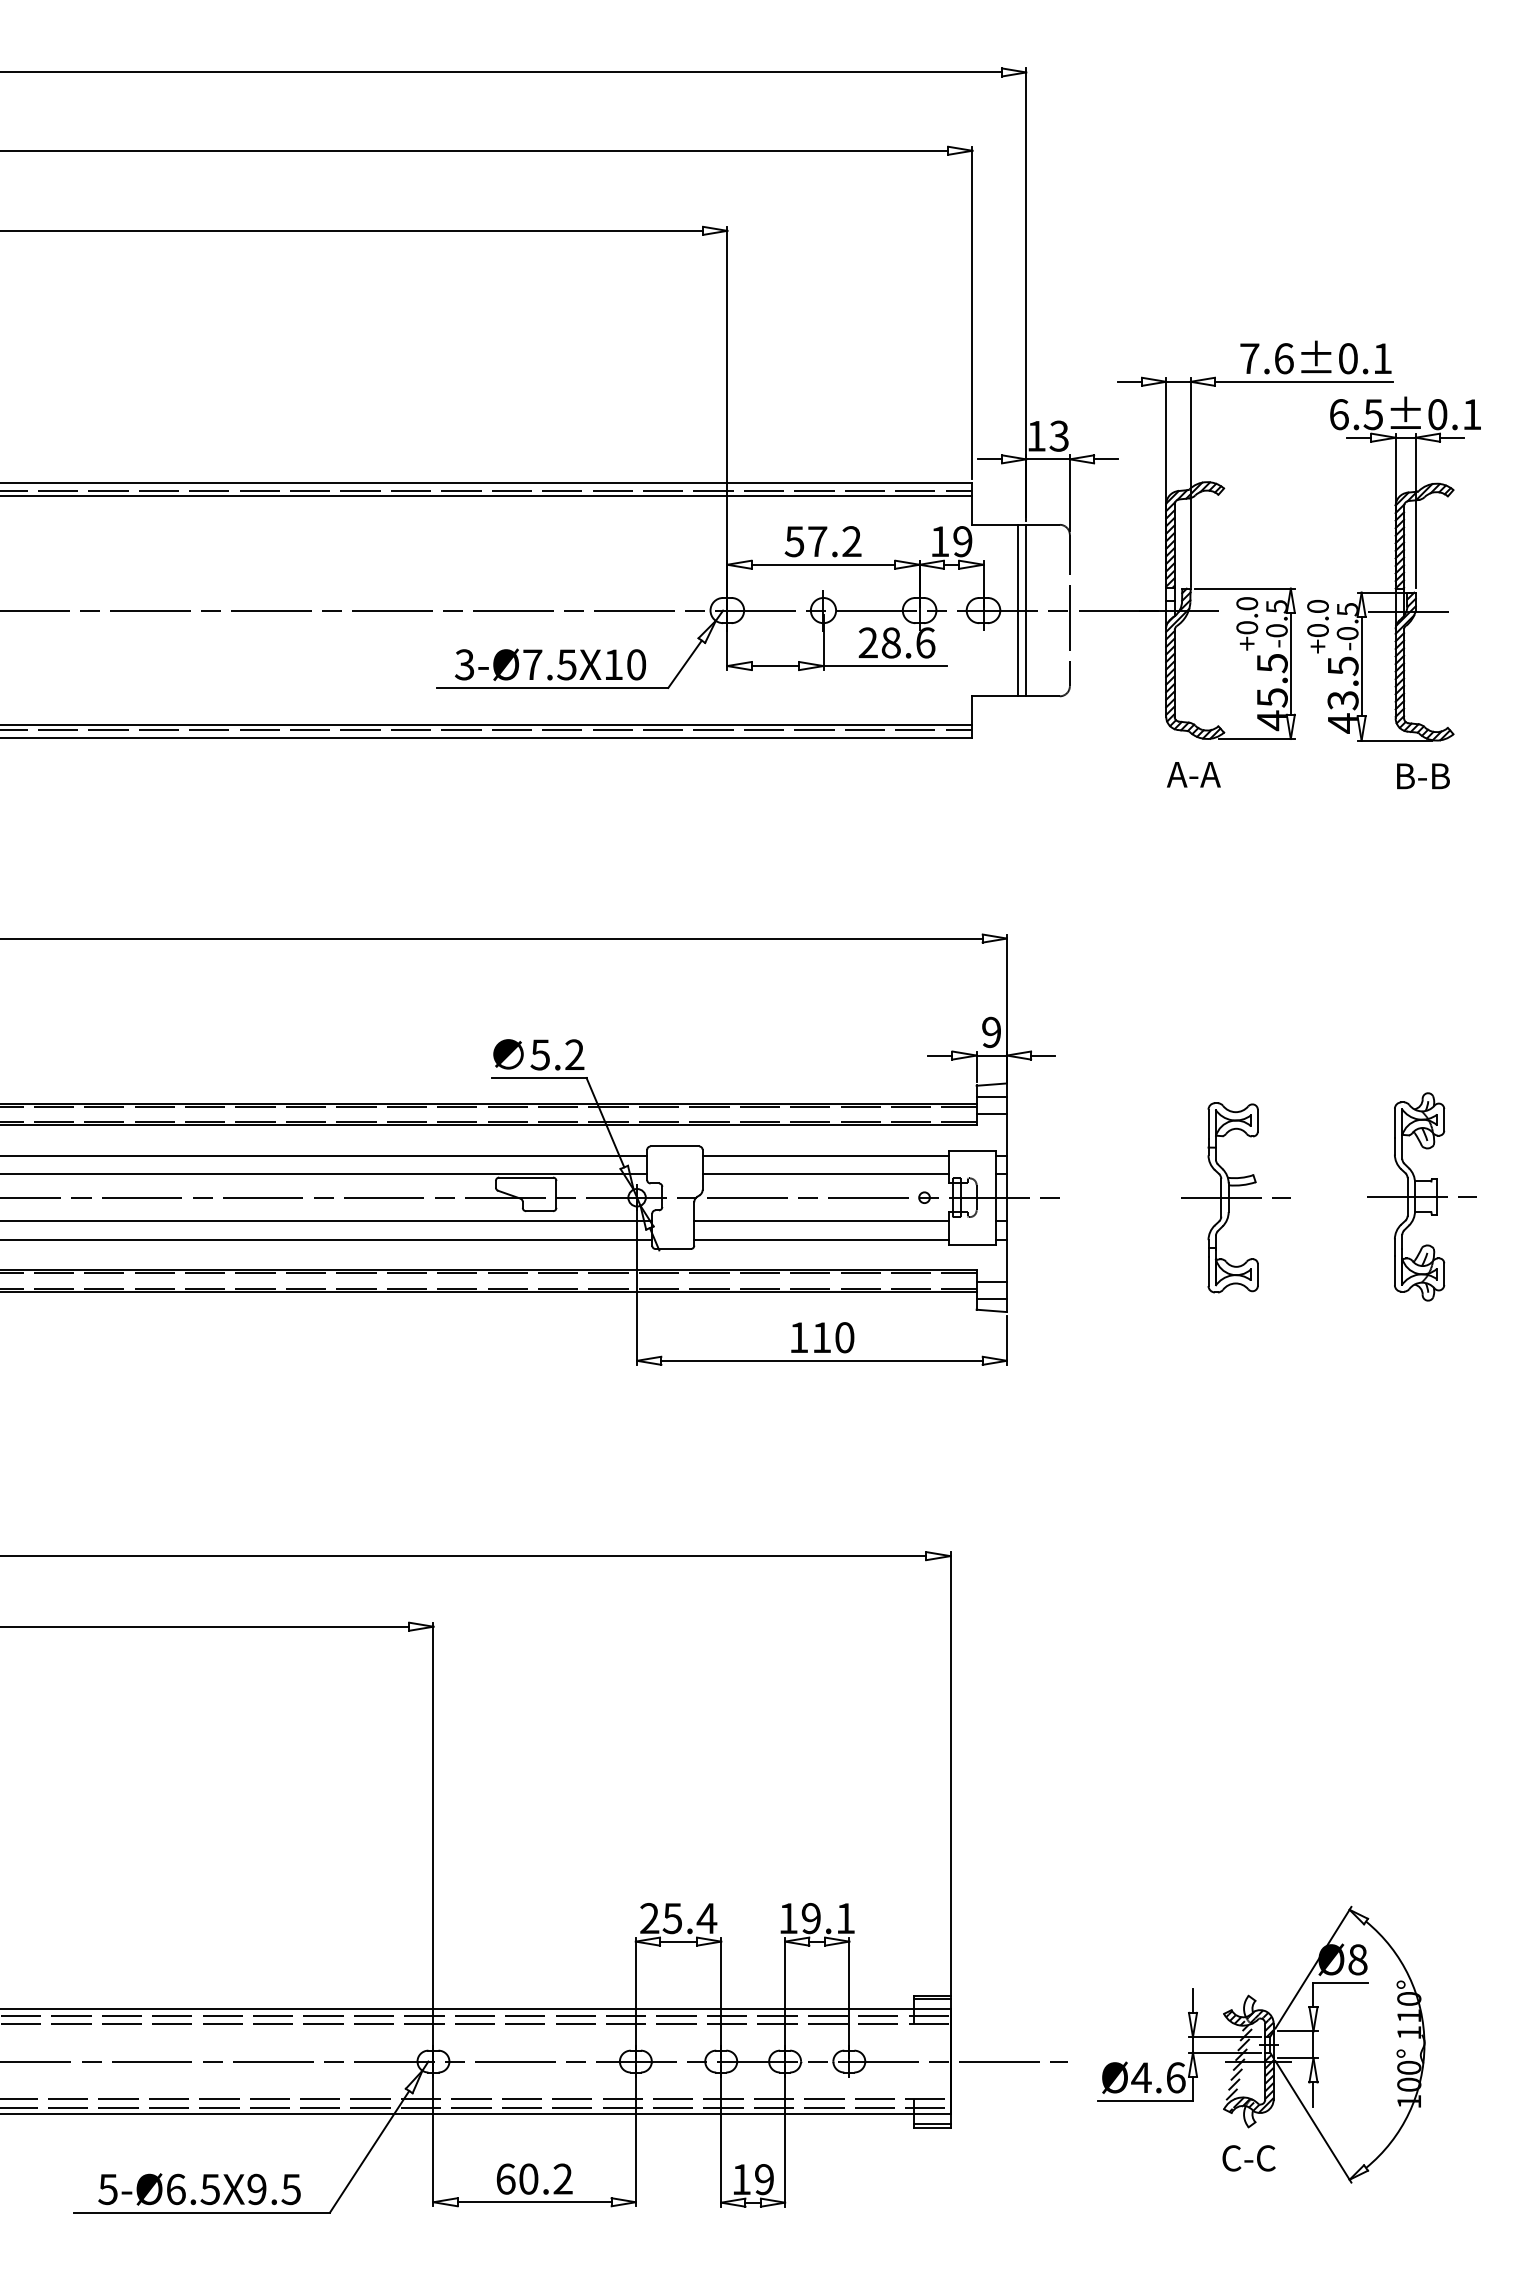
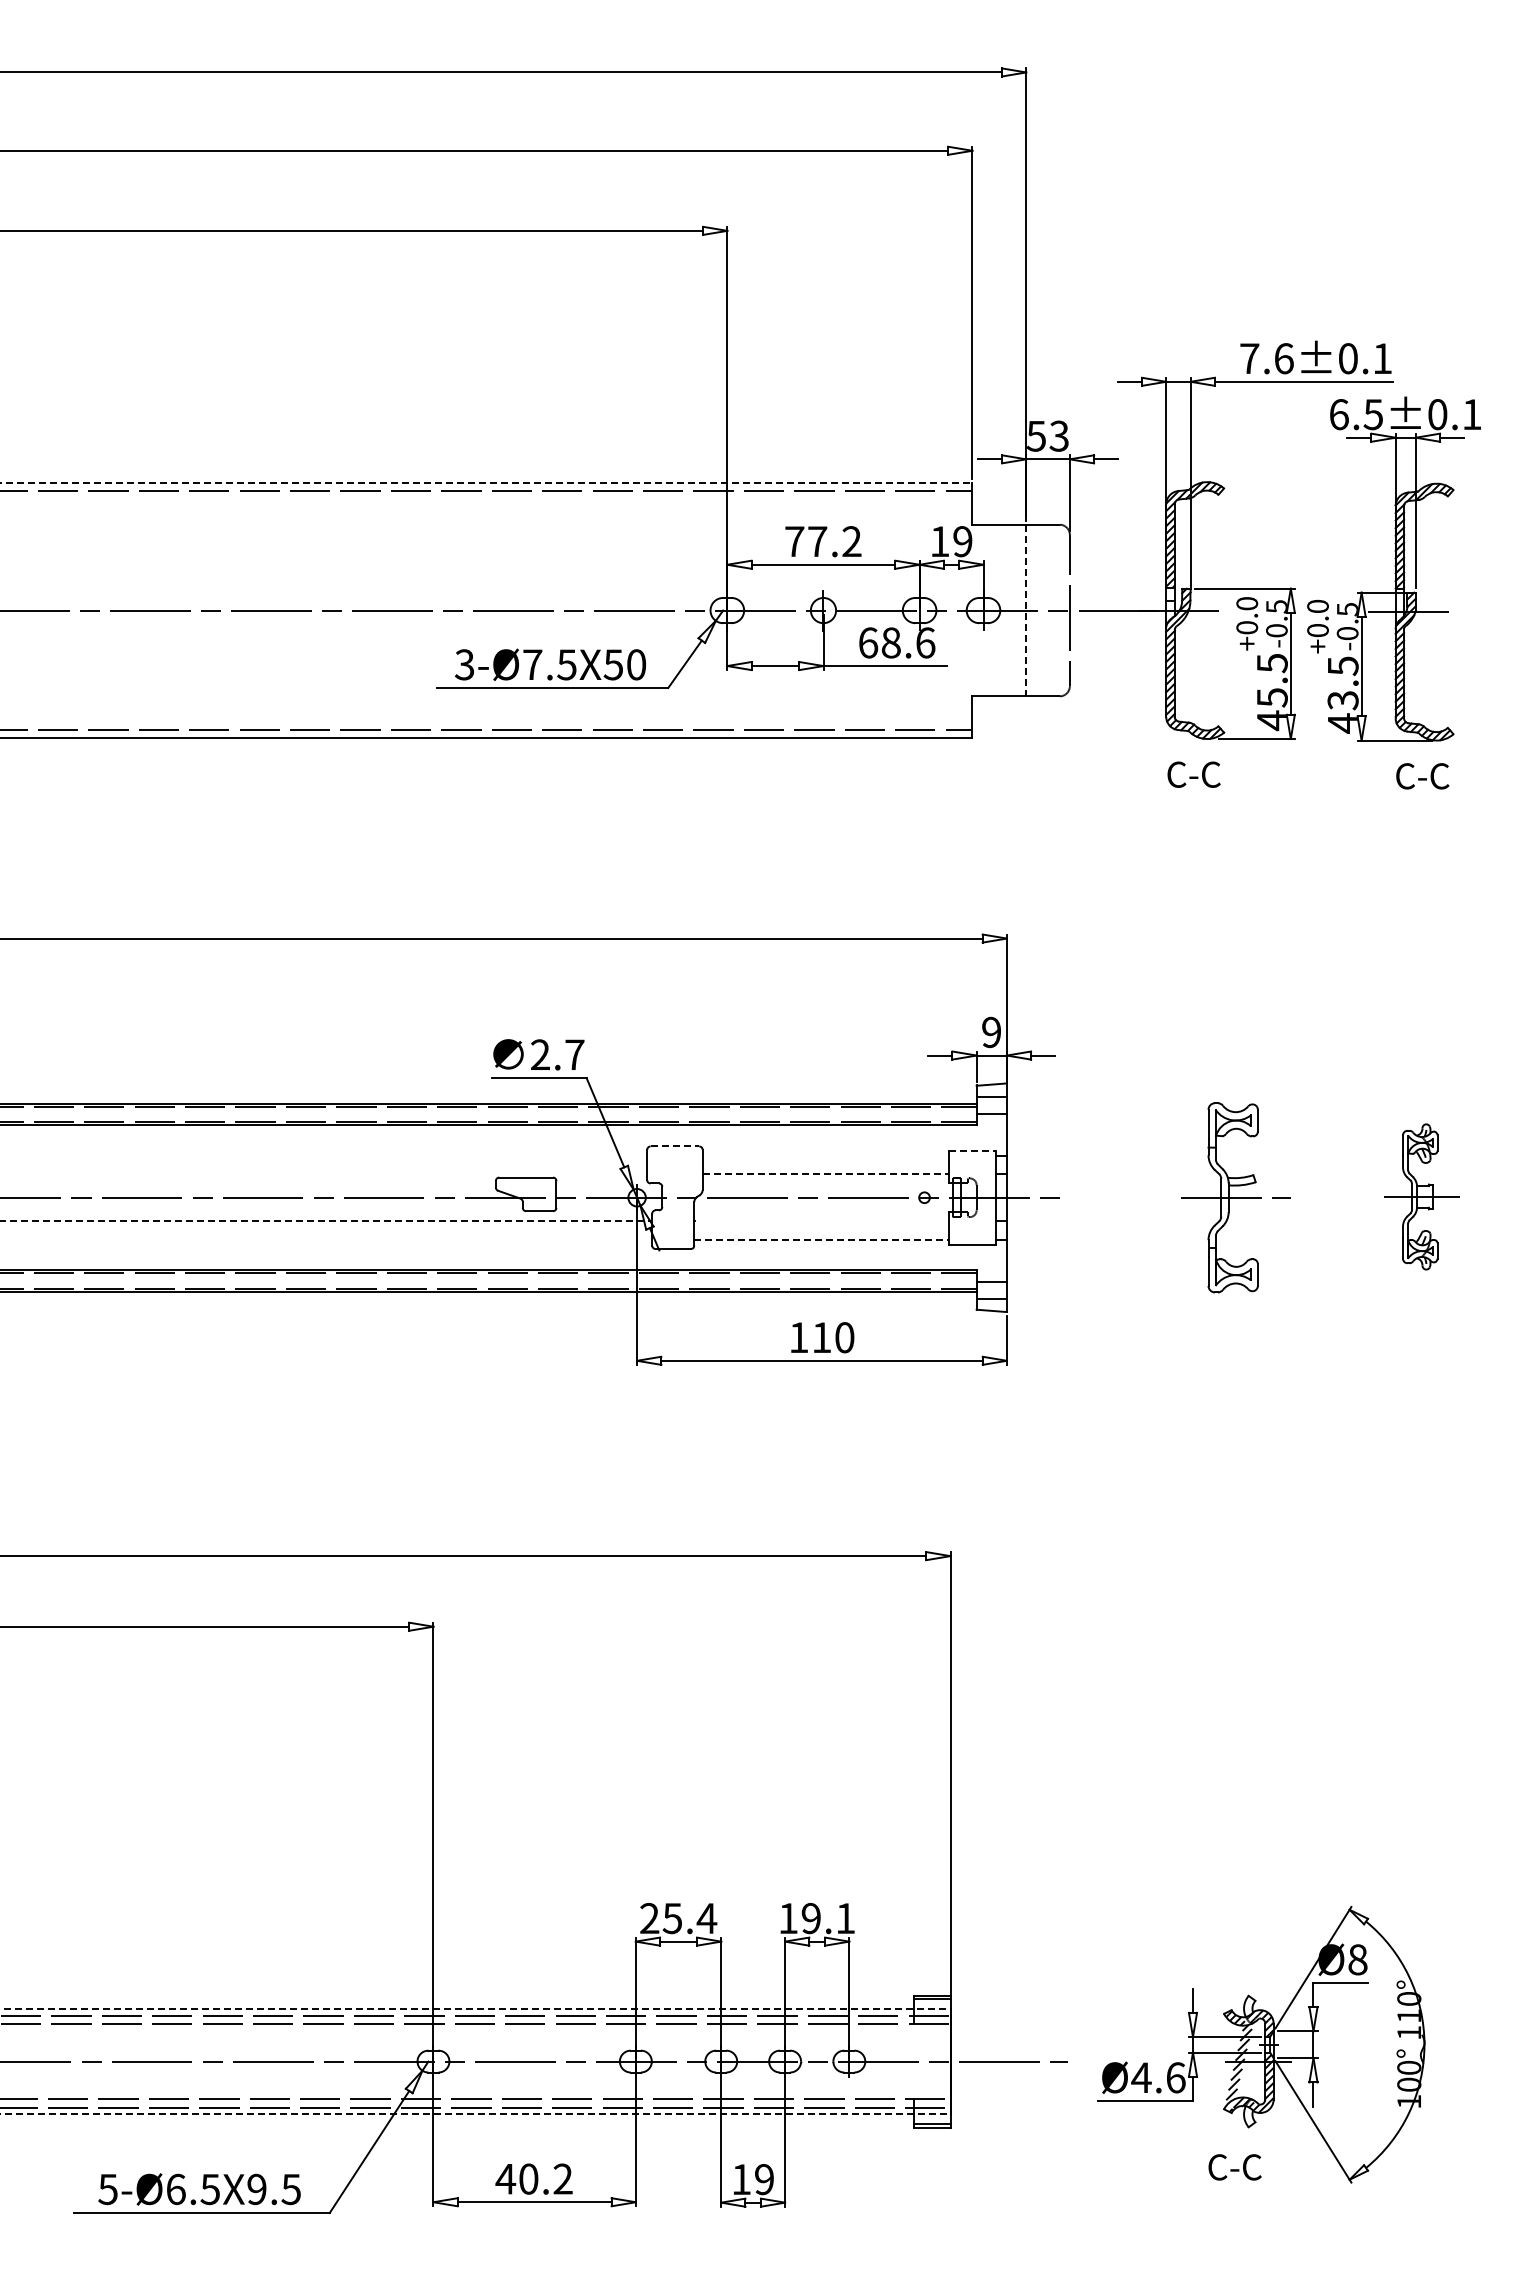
text at (1036, 436): 13 -> 53
line at (486, 482): solid -> dashed
line at (487, 496): present -> none
text at (794, 541): 57.2 -> 77.2
line at (1017, 610): present -> none
line at (1026, 610): solid -> dashed
text at (868, 642): 28.6 -> 68.6
text at (612, 664): 3-Ø7.5X10 -> 3-Ø7.5X50
line at (487, 724): present -> none
text at (1193, 774): A-A -> C-C
text at (1422, 776): B-B -> C-C
text at (557, 1054): 5.2 -> 2.7
line at (675, 1146): solid -> dashed
line at (972, 1150): solid -> dashed
line at (324, 1155): present -> none
line at (825, 1155): present -> none
line at (324, 1174): present -> none
line at (826, 1174): solid -> dashed
part at (1421, 1196) size: 110x210 px -> 76x148 px
line at (326, 1221): solid -> dashed
line at (821, 1221): present -> none
line at (327, 1239): present -> none
line at (822, 1239): solid -> dashed
line at (475, 2008): solid -> dashed
line at (475, 2114): solid -> dashed
text at (1248, 2158) position: (1248, 2158) -> (1234, 2167)
text at (505, 2178): 60.2 -> 40.2
